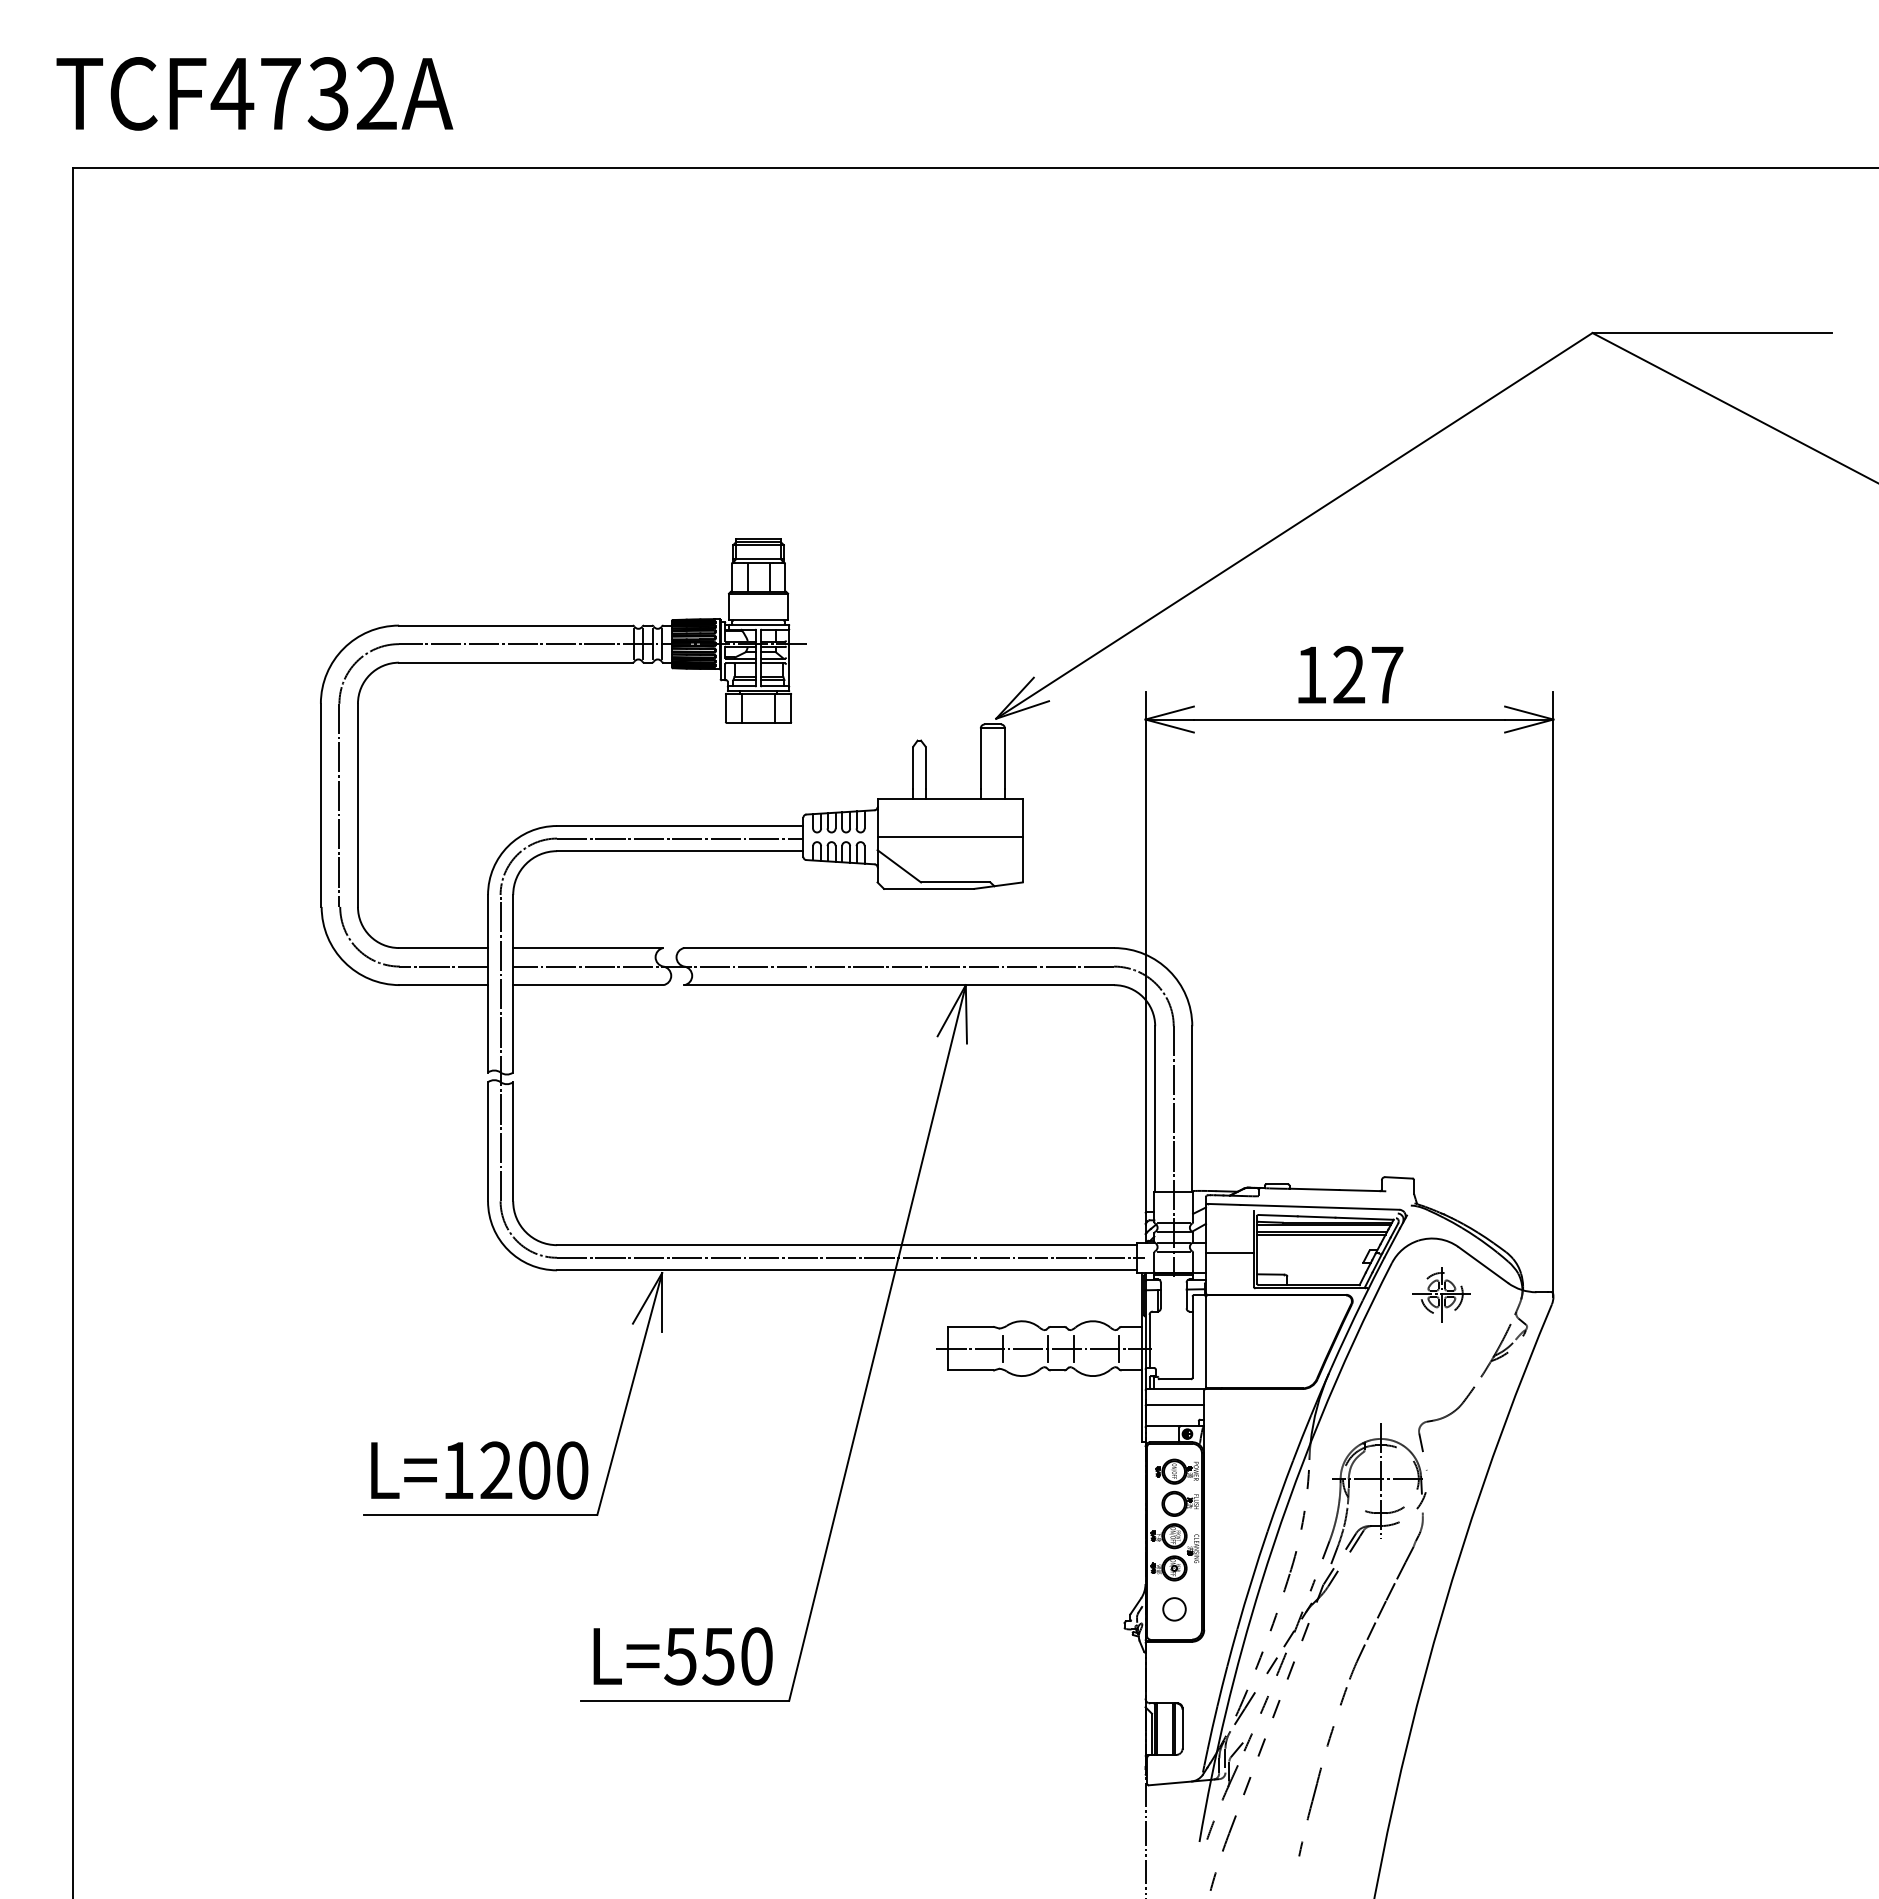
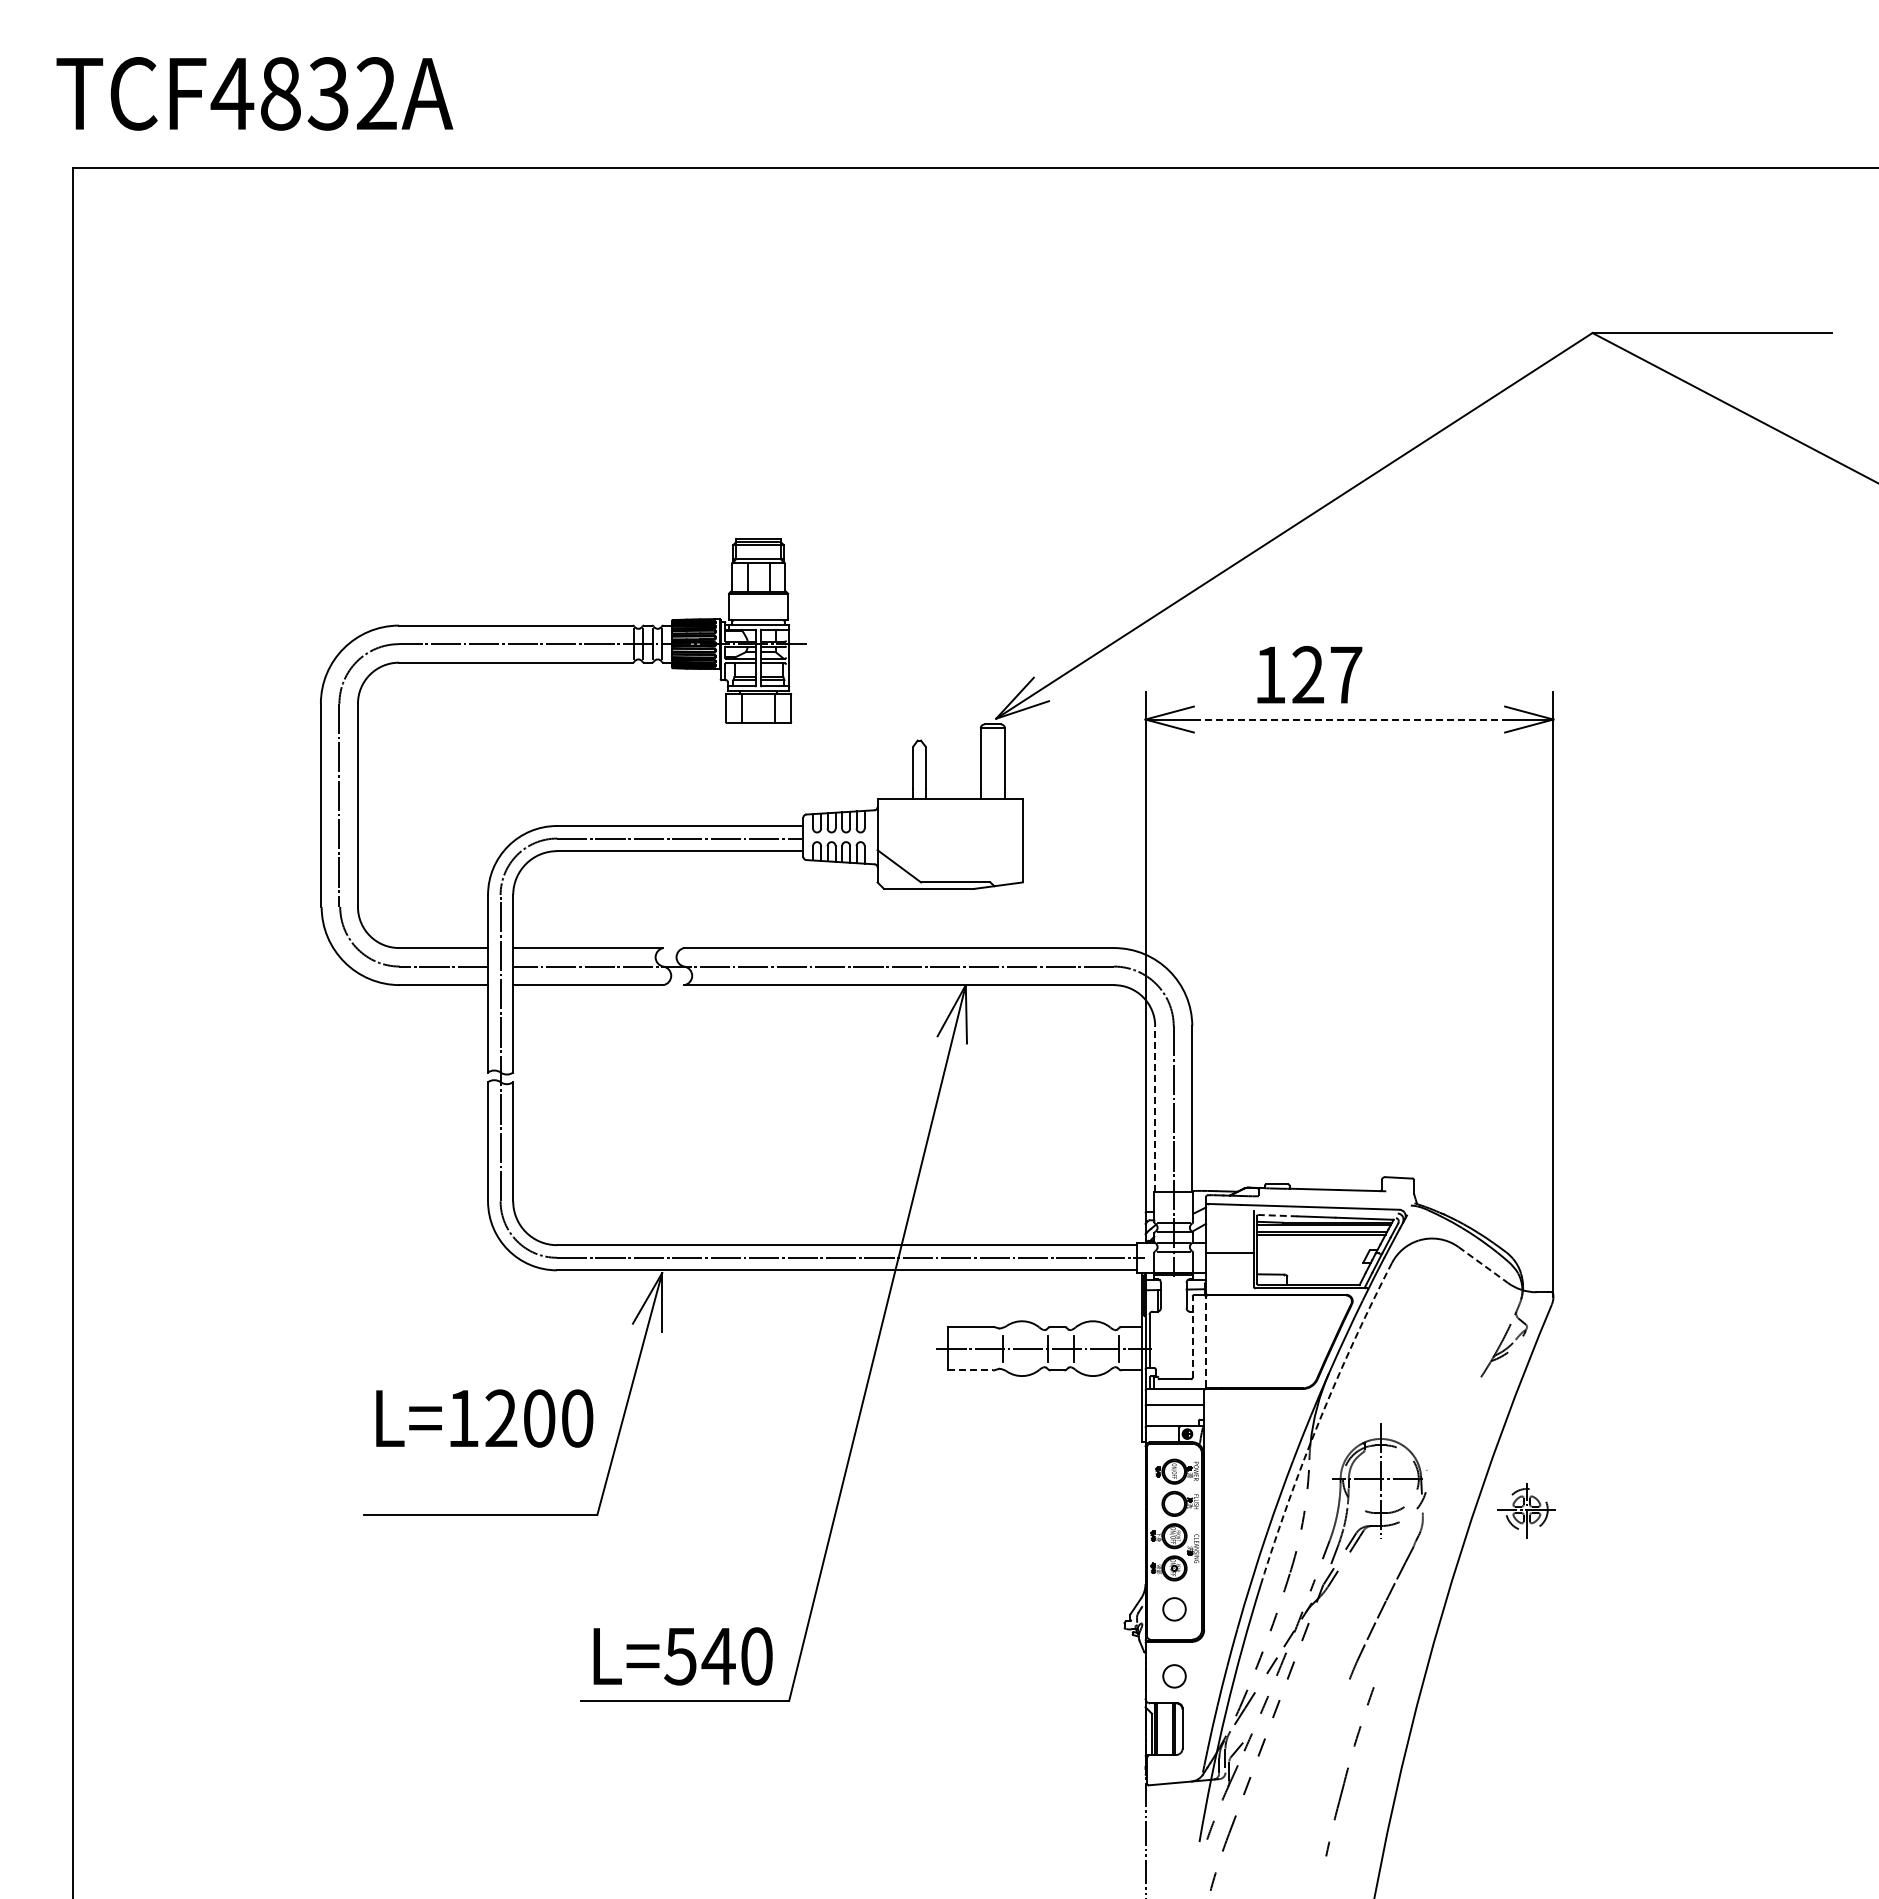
text at (280, 93): TCF4732A -> TCF4832A
text at (1350, 674) position: (1350, 674) -> (1309, 674)
line at (1349, 719): solid -> dashed
line at (949, 837): present -> none
line at (1155, 1108): solid -> dashed
line at (1278, 1215): solid -> dashed
line at (1483, 1265): solid -> dashed
part at (1441, 1294) position: (1441, 1294) -> (1526, 1510)
line at (1192, 1337): solid -> dashed
line at (1205, 1341): solid -> dashed
line at (970, 1370): solid -> dashed
part at (1446, 1419): present -> none
arc at (1319, 1420): solid -> dashed
text at (479, 1470) position: (479, 1470) -> (484, 1418)
text at (718, 1656): L=550 -> L=540
circle at (1174, 1676): none -> present
part at (1322, 1771) position: (1322, 1771) -> (1349, 1771)
